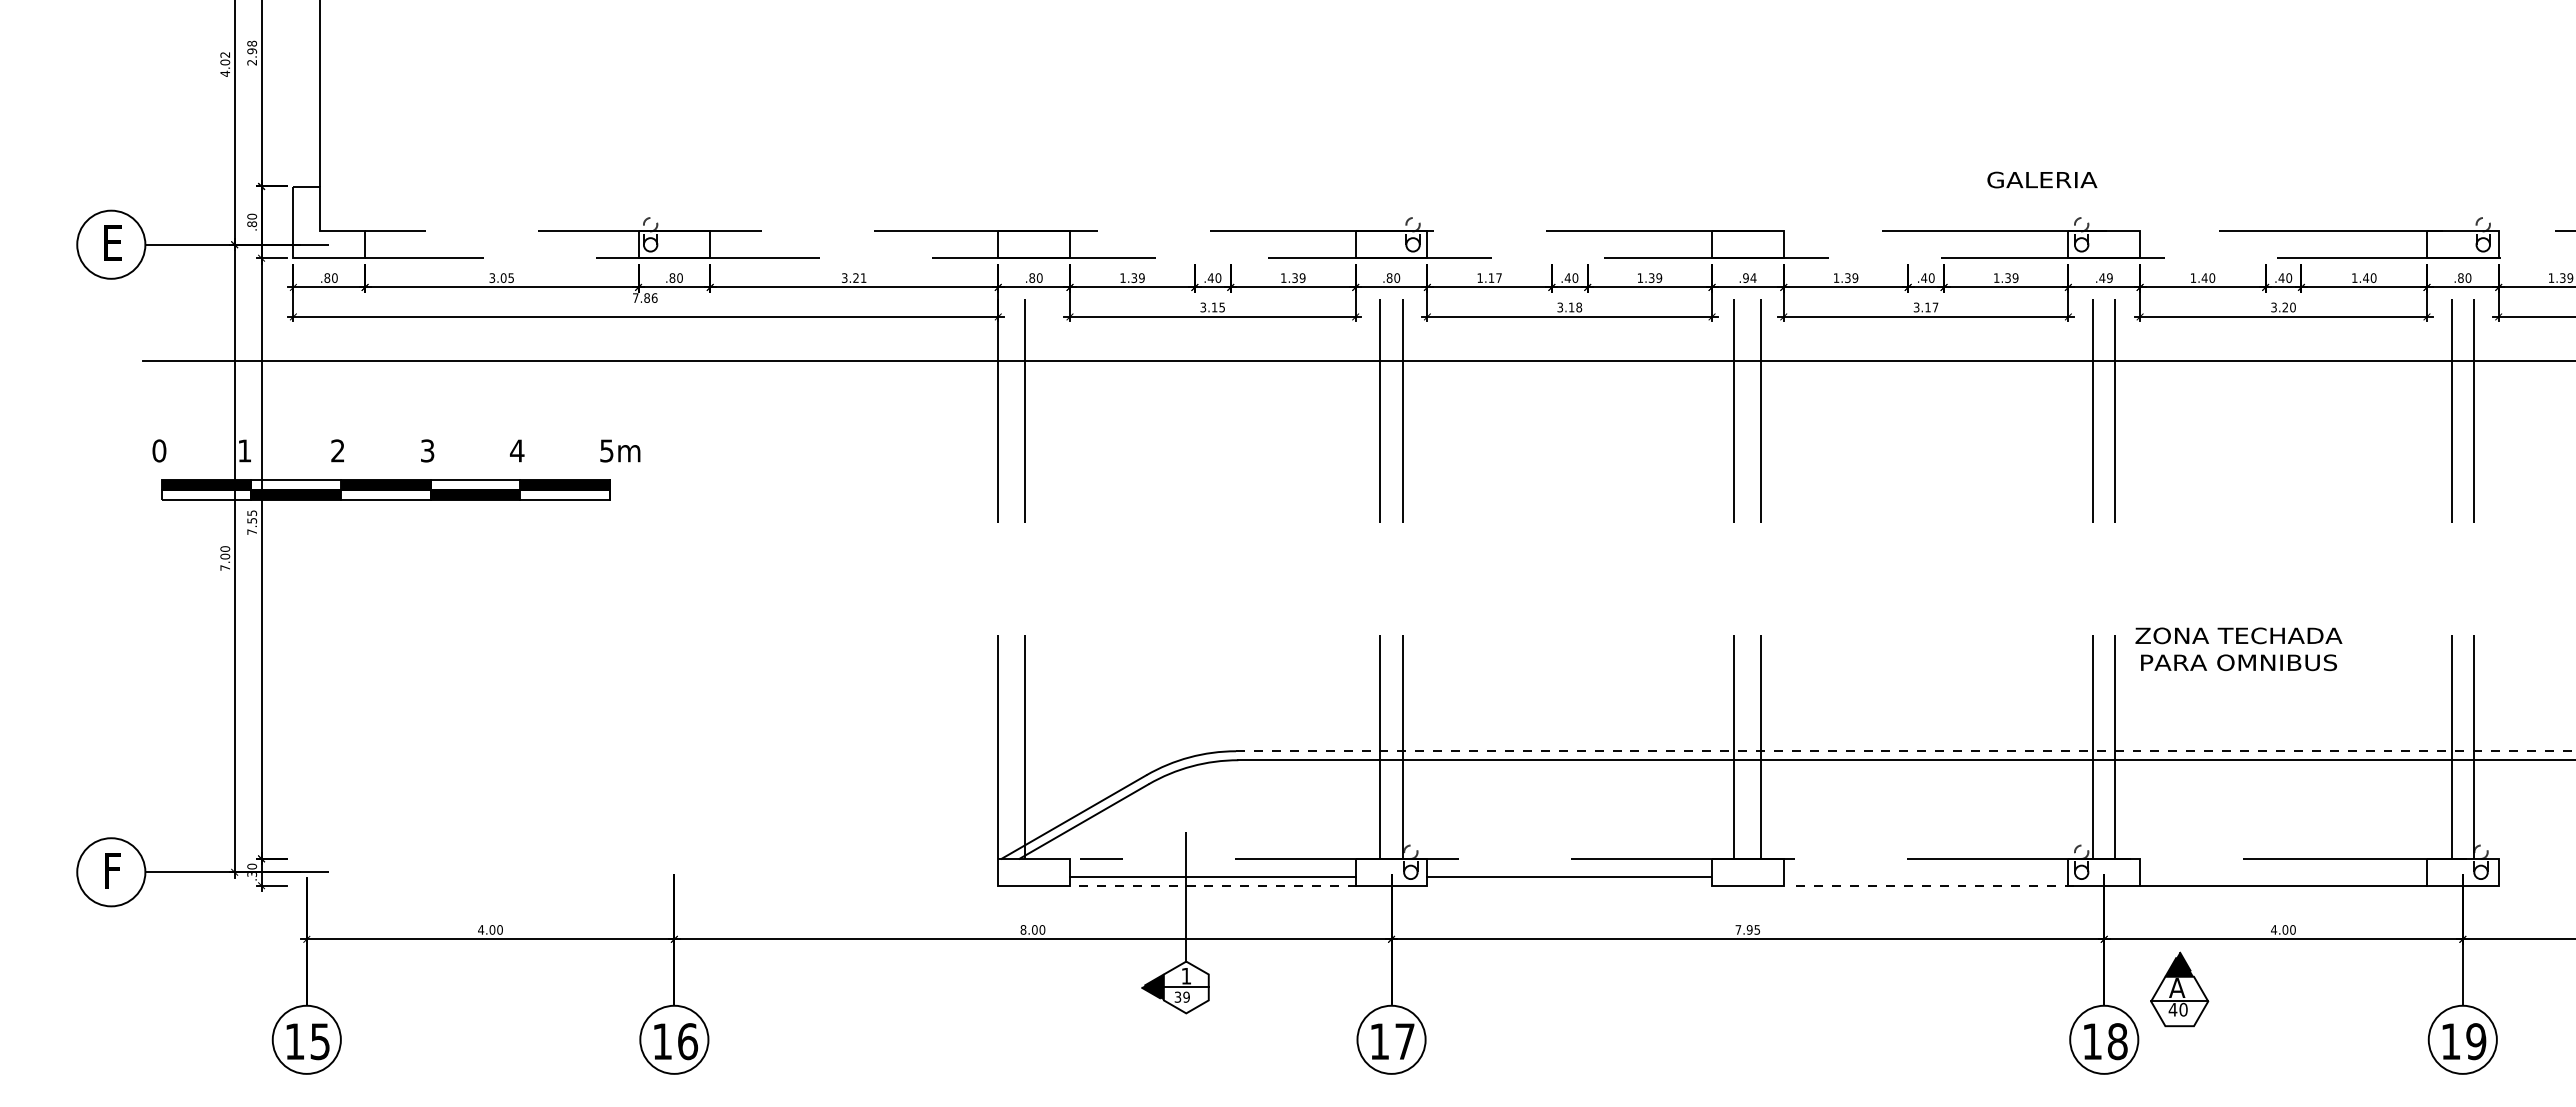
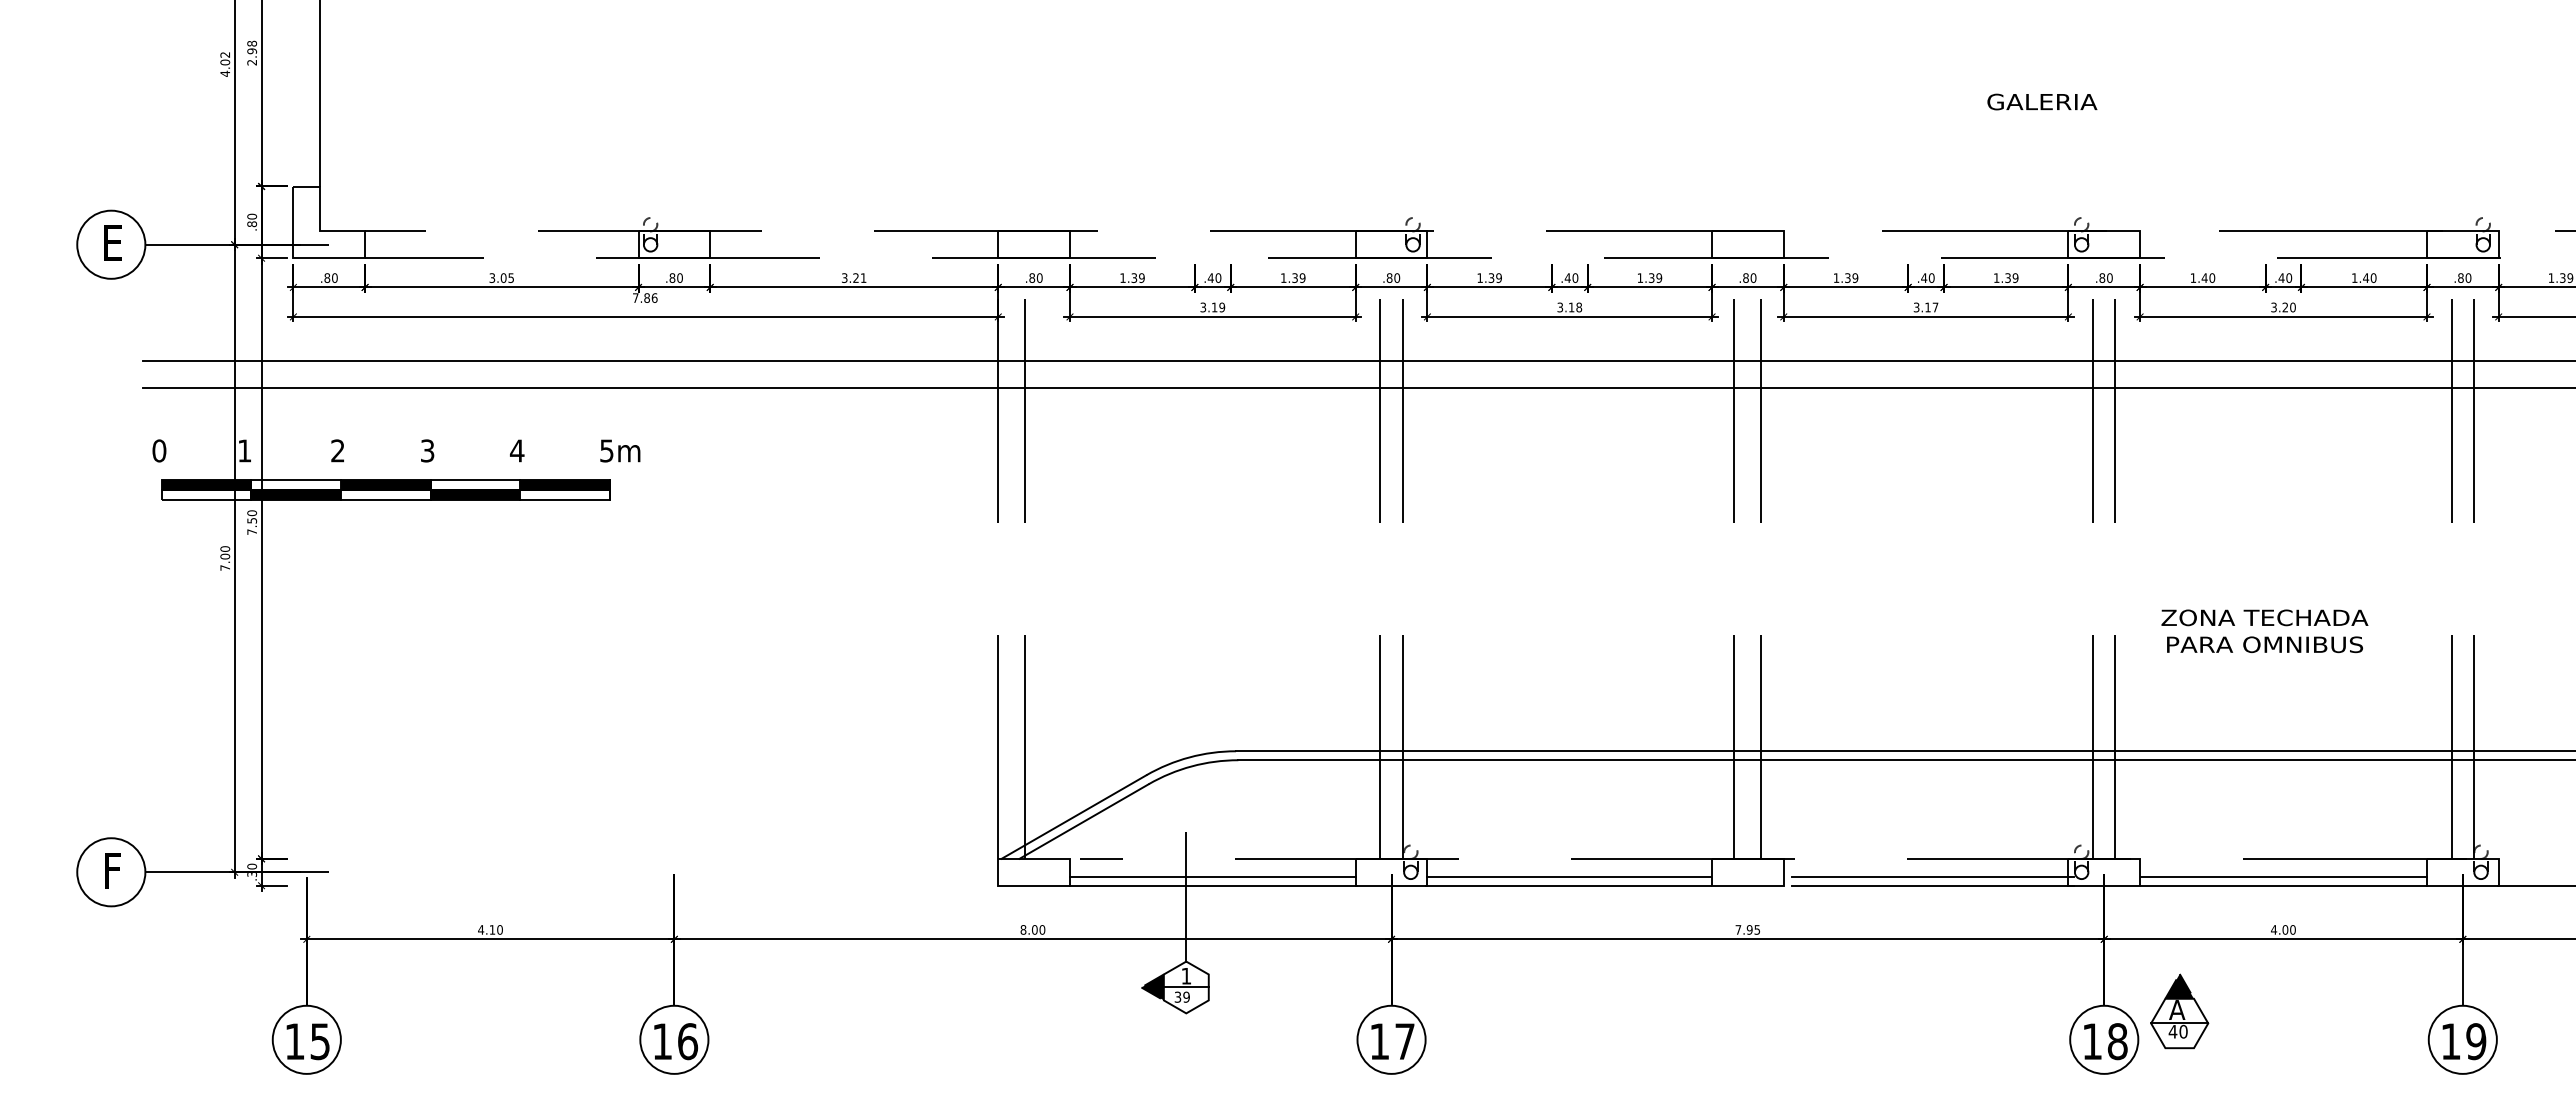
text at (2042, 179) position: (2042, 179) -> (2042, 101)
text at (1749, 277): .94 -> .80
text at (2105, 277): .49 -> .80
text at (1494, 278): 1.17 -> 1.39
text at (1222, 306): 3.15 -> 3.19
line at (1357, 388): none -> present
text at (252, 513): 7.55 -> 7.50
text at (2238, 649) position: (2238, 649) -> (2264, 631)
line at (1905, 751): dashed -> solid
line at (1932, 876): none -> present
line at (2283, 876): none -> present
line at (1212, 885): dashed -> solid
line at (1568, 885): none -> present
line at (1932, 885): dashed -> solid
line at (2534, 885): none -> present
text at (492, 929): 4.00 -> 4.10
part at (2179, 989) position: (2179, 989) -> (2179, 1011)
